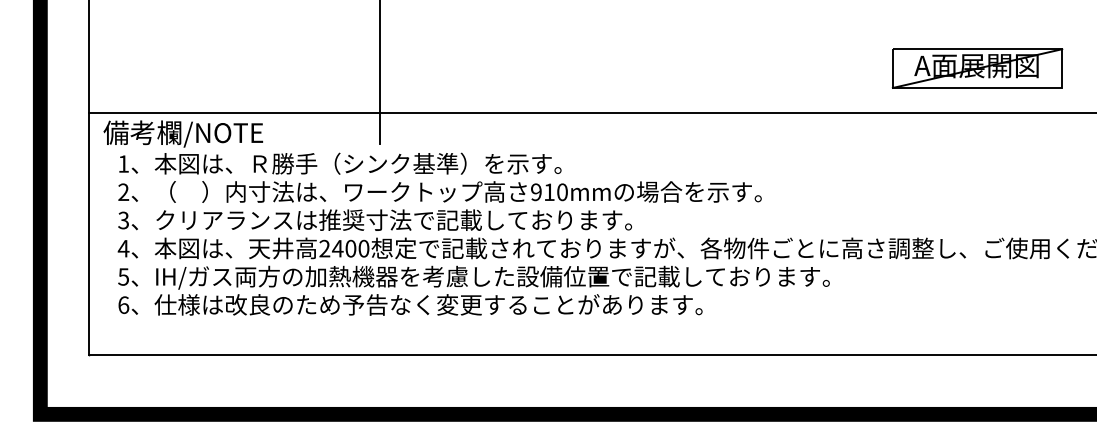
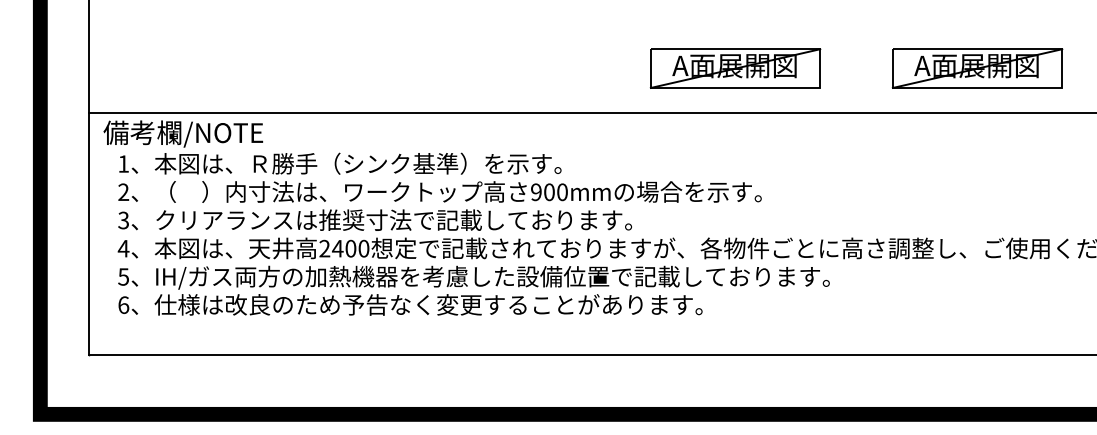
part at (735, 68): none -> present
line at (379, 72): present -> none
text at (549, 192): 910mm -> 900mm
